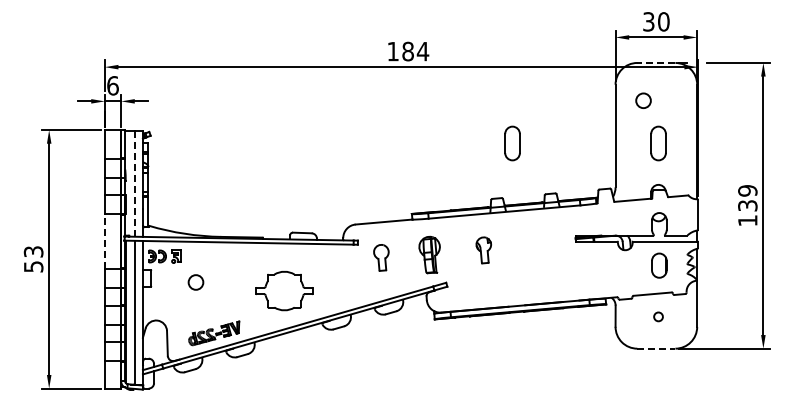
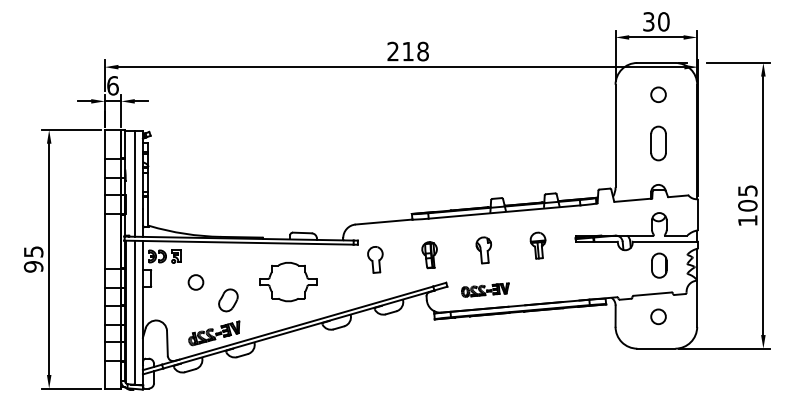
text at (408, 51): 184 -> 218
line at (655, 62): dashed -> solid
circle at (643, 100) position: (643, 100) -> (658, 94)
part at (512, 143): present -> none
line at (135, 184): dashed -> solid
text at (747, 198): 139 -> 105
line at (104, 241): dashed -> solid
part at (537, 245): none -> present
part at (429, 254) size: 23x40 px -> 17x29 px
part at (381, 257) position: (381, 257) -> (375, 259)
text at (33, 259): 53 -> 95
part at (485, 289): none -> present
part at (284, 291) position: (284, 291) -> (288, 282)
part at (228, 300): none -> present
circle at (658, 316) size: 11x12 px -> 17x18 px
line at (656, 348): dashed -> solid
